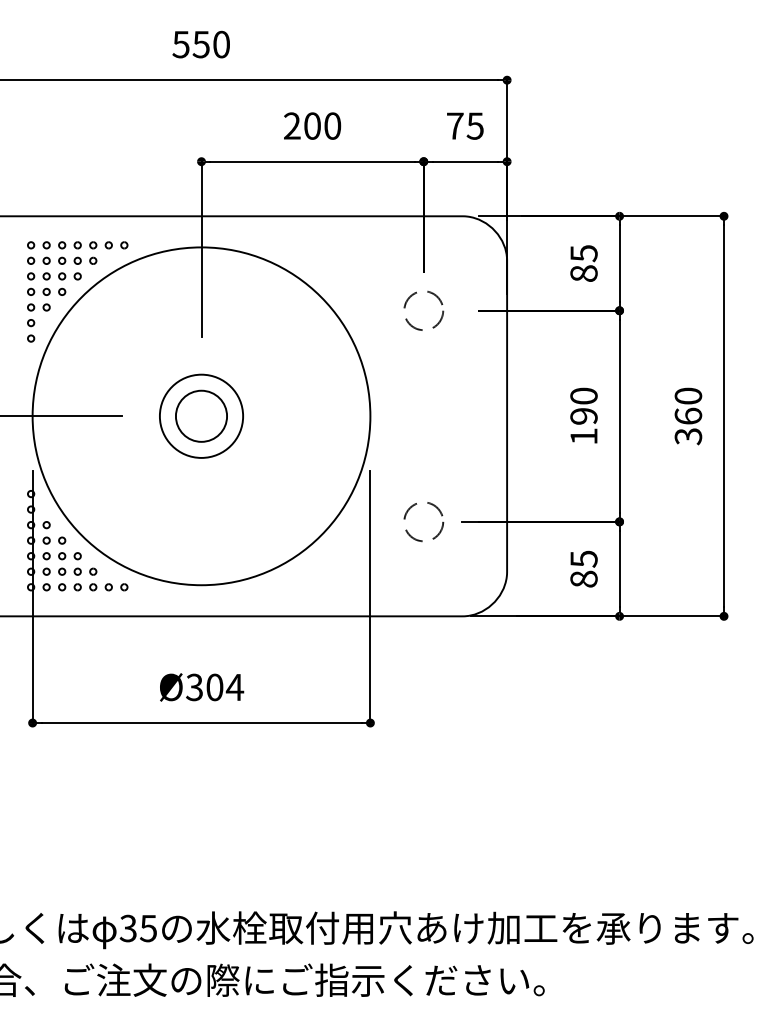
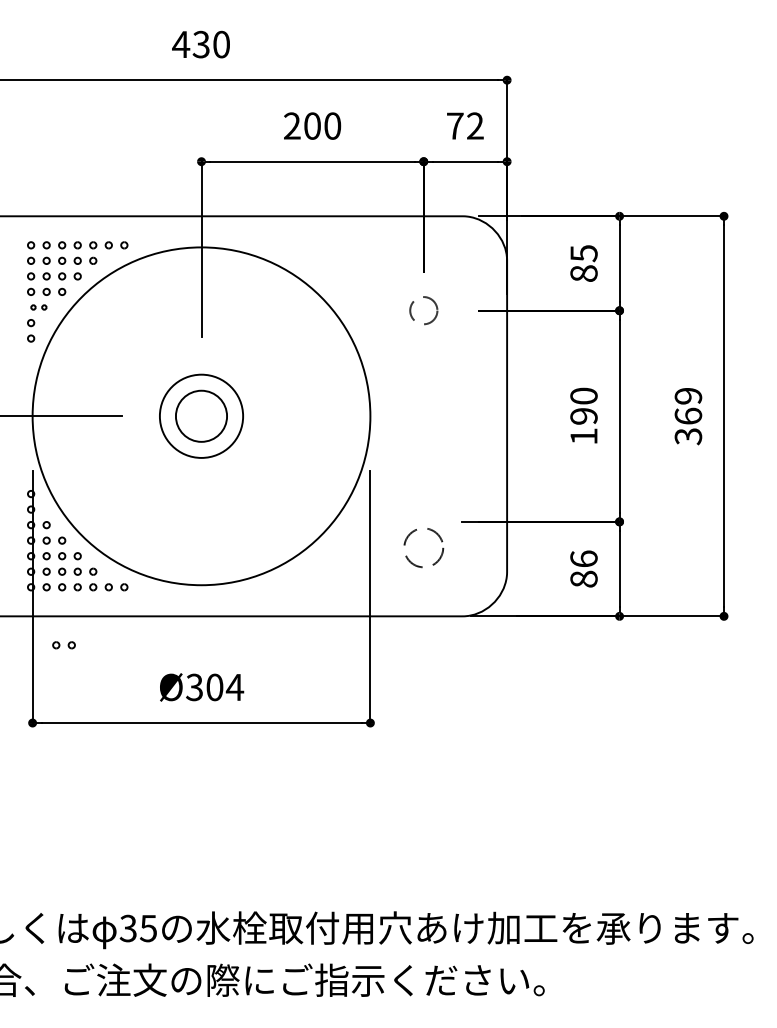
text at (190, 44): 550 -> 430
text at (474, 125): 75 -> 72
part at (38, 307) size: 24x9 px -> 18x7 px
circle at (423, 310) size: 42x41 px -> 30x30 px
text at (688, 395): 360 -> 369
circle at (423, 522) position: (423, 522) -> (423, 548)
text at (583, 558): 85 -> 86
part at (63, 645): none -> present
